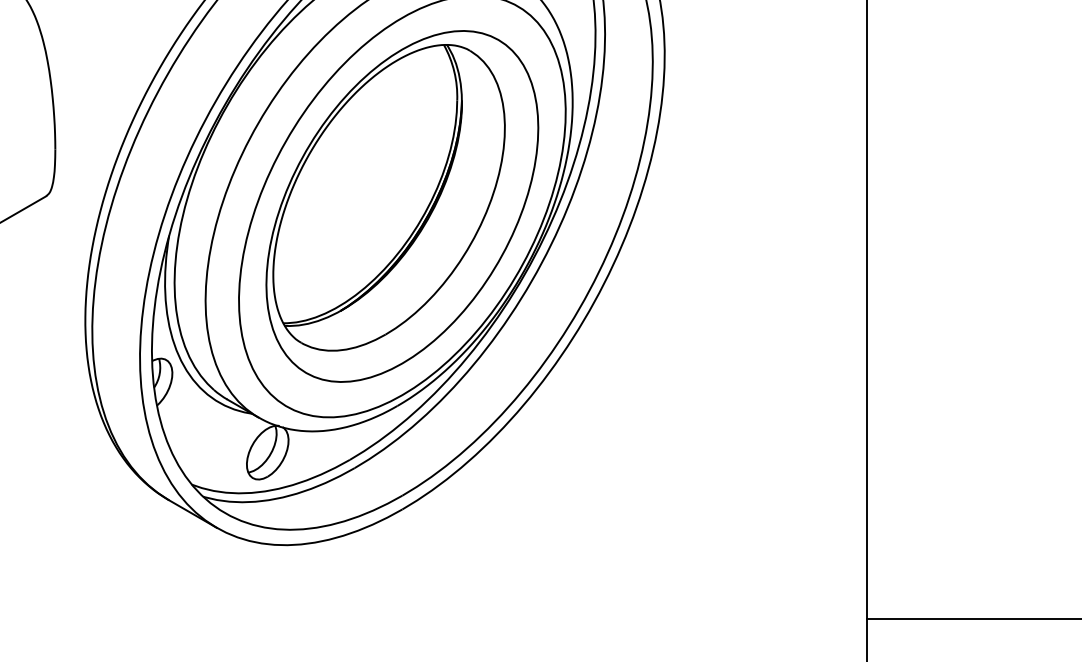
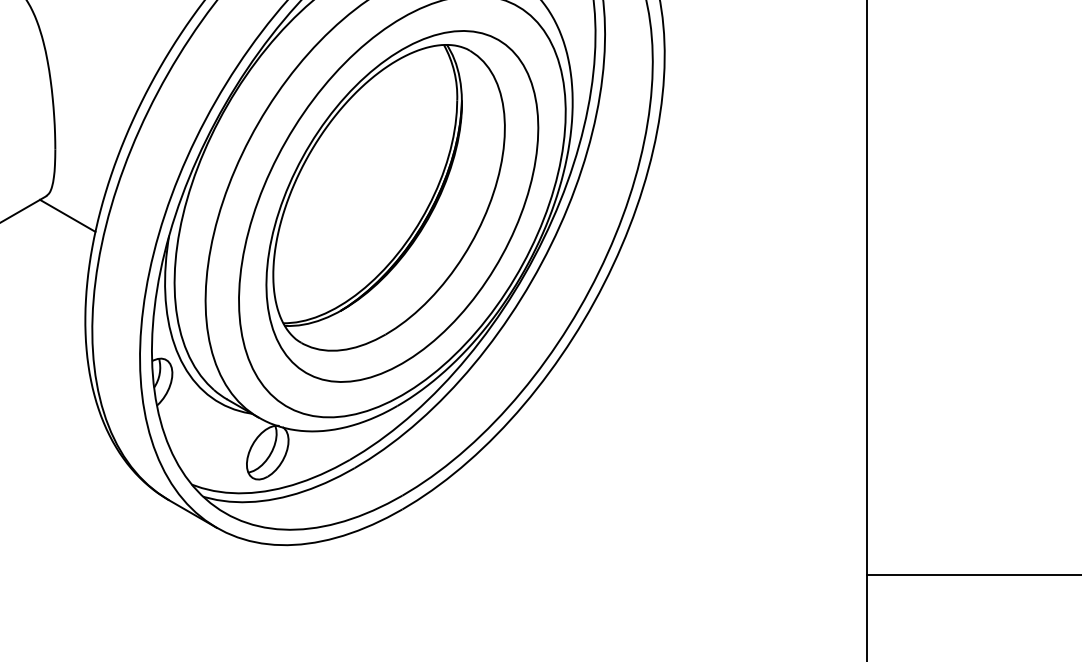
line at (67, 215): none -> present
line at (972, 618) position: (972, 618) -> (972, 574)
